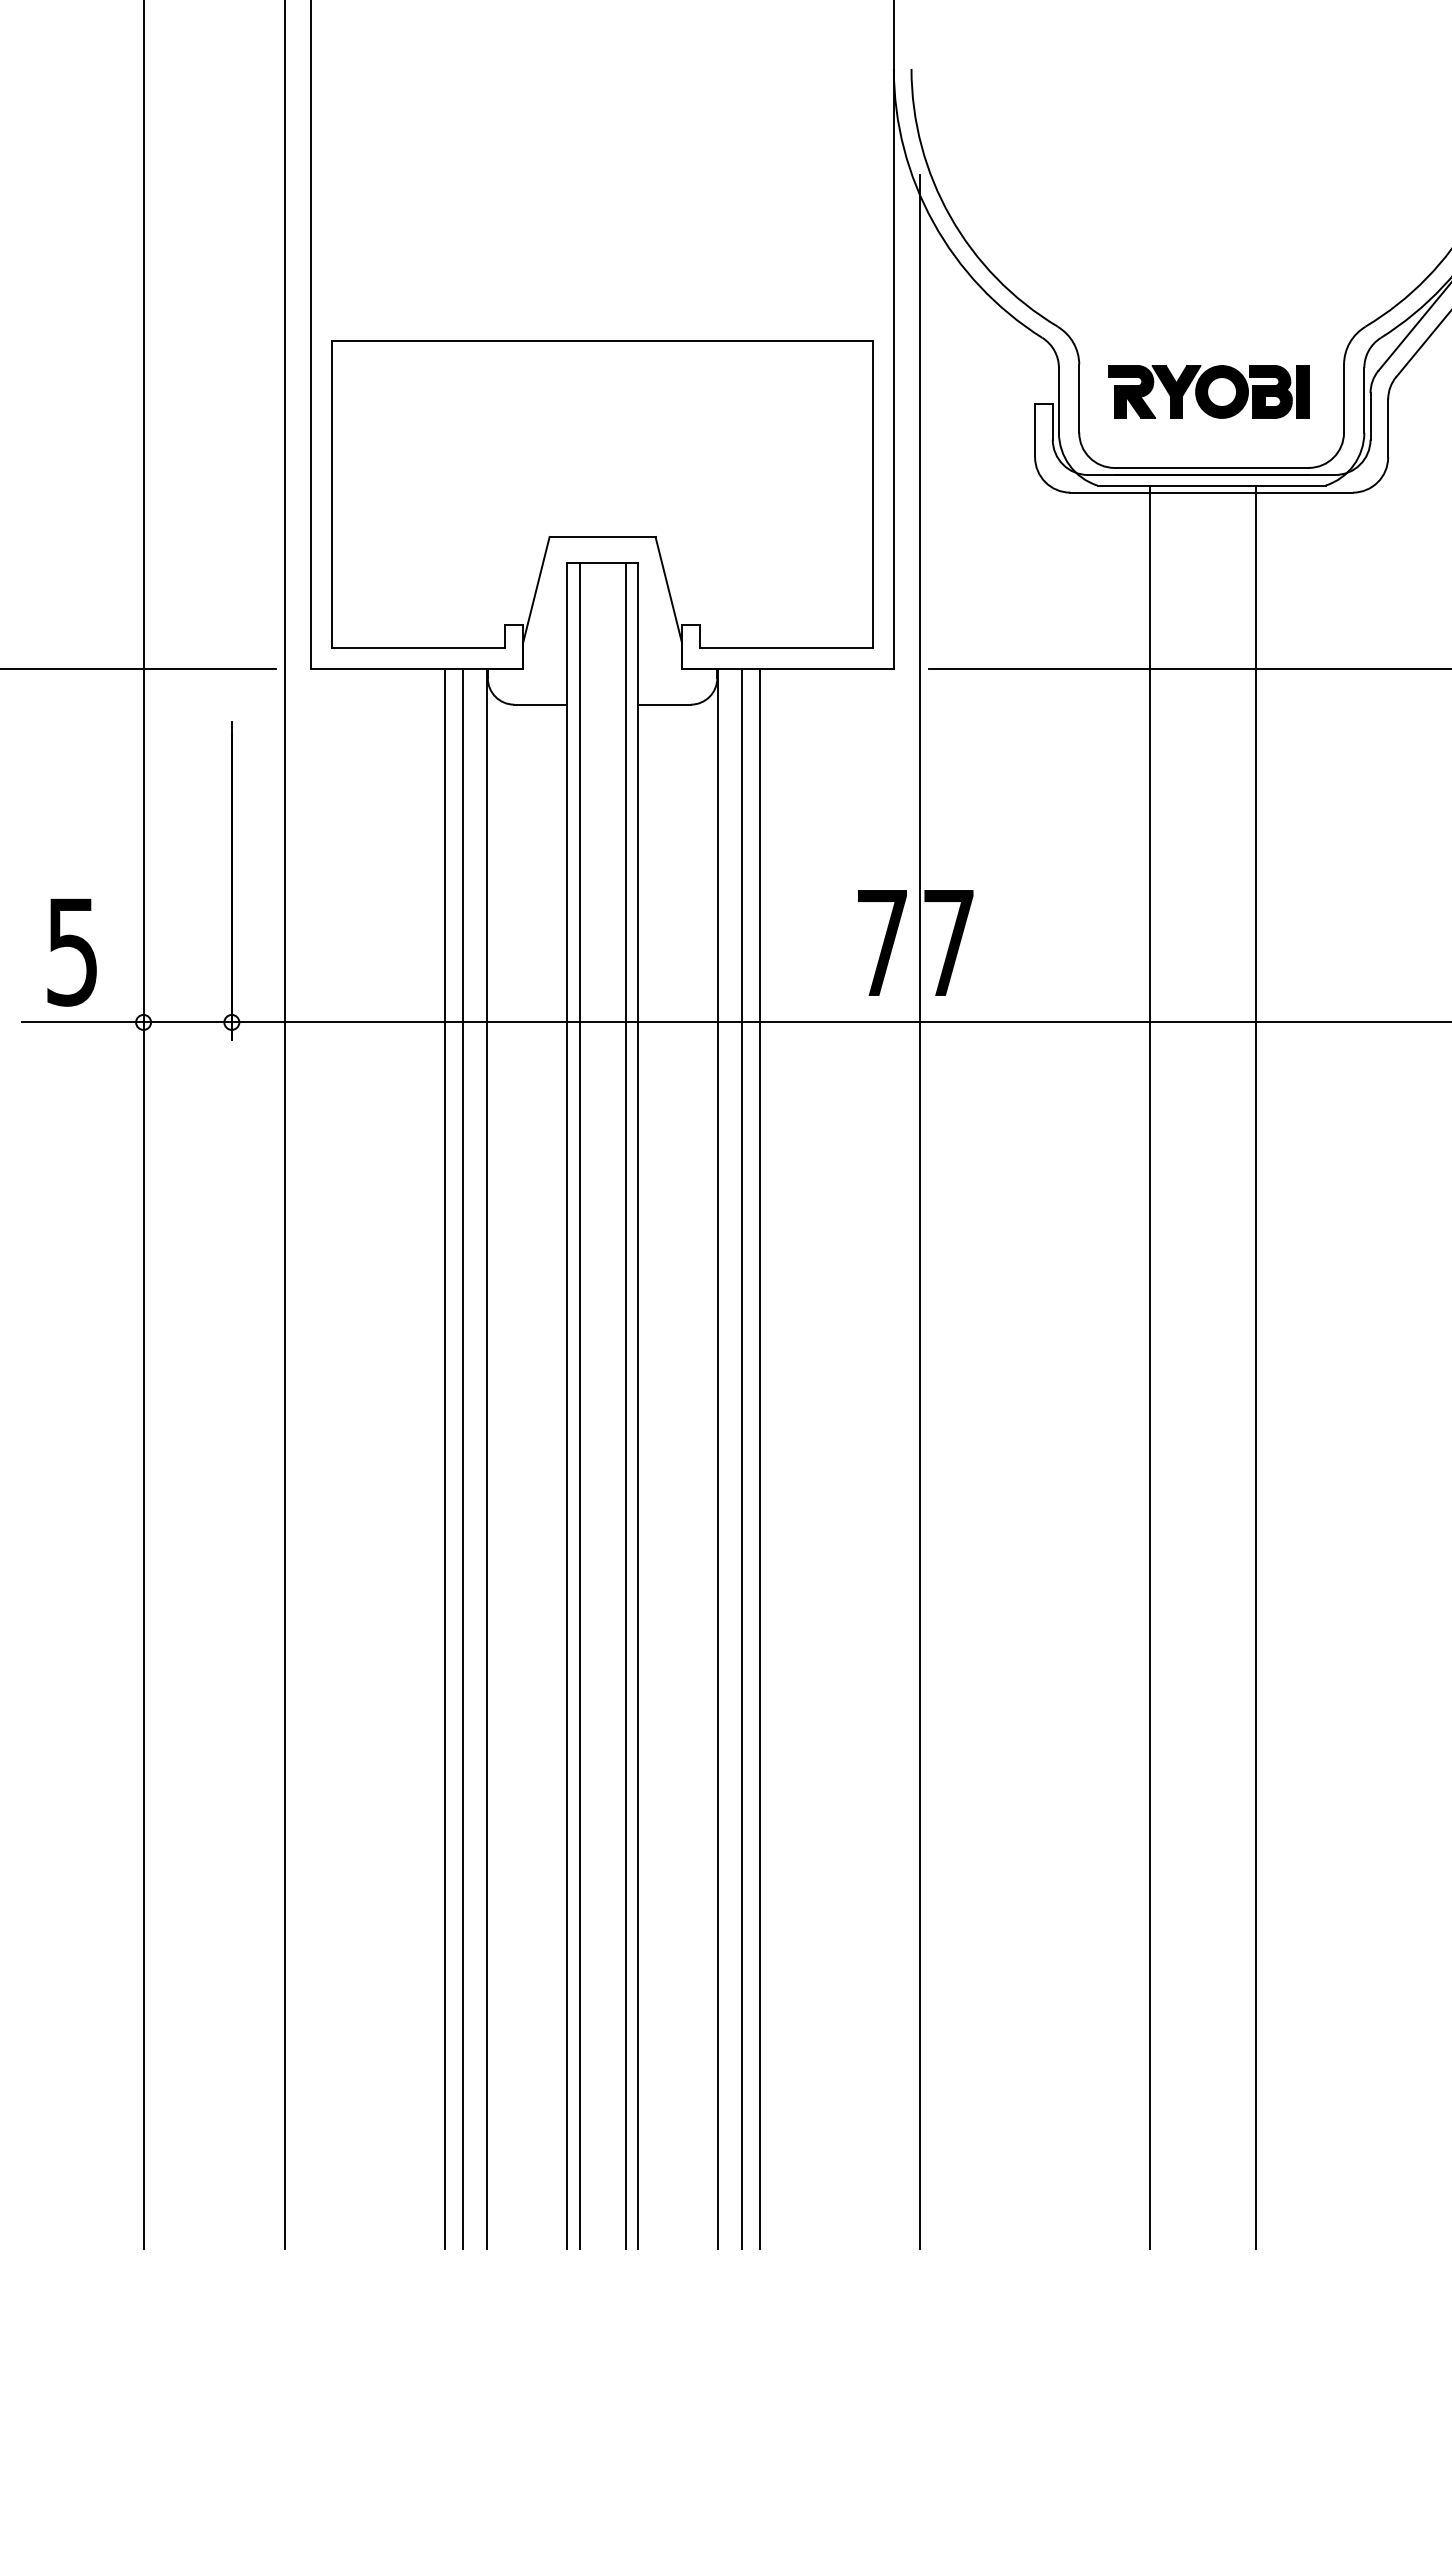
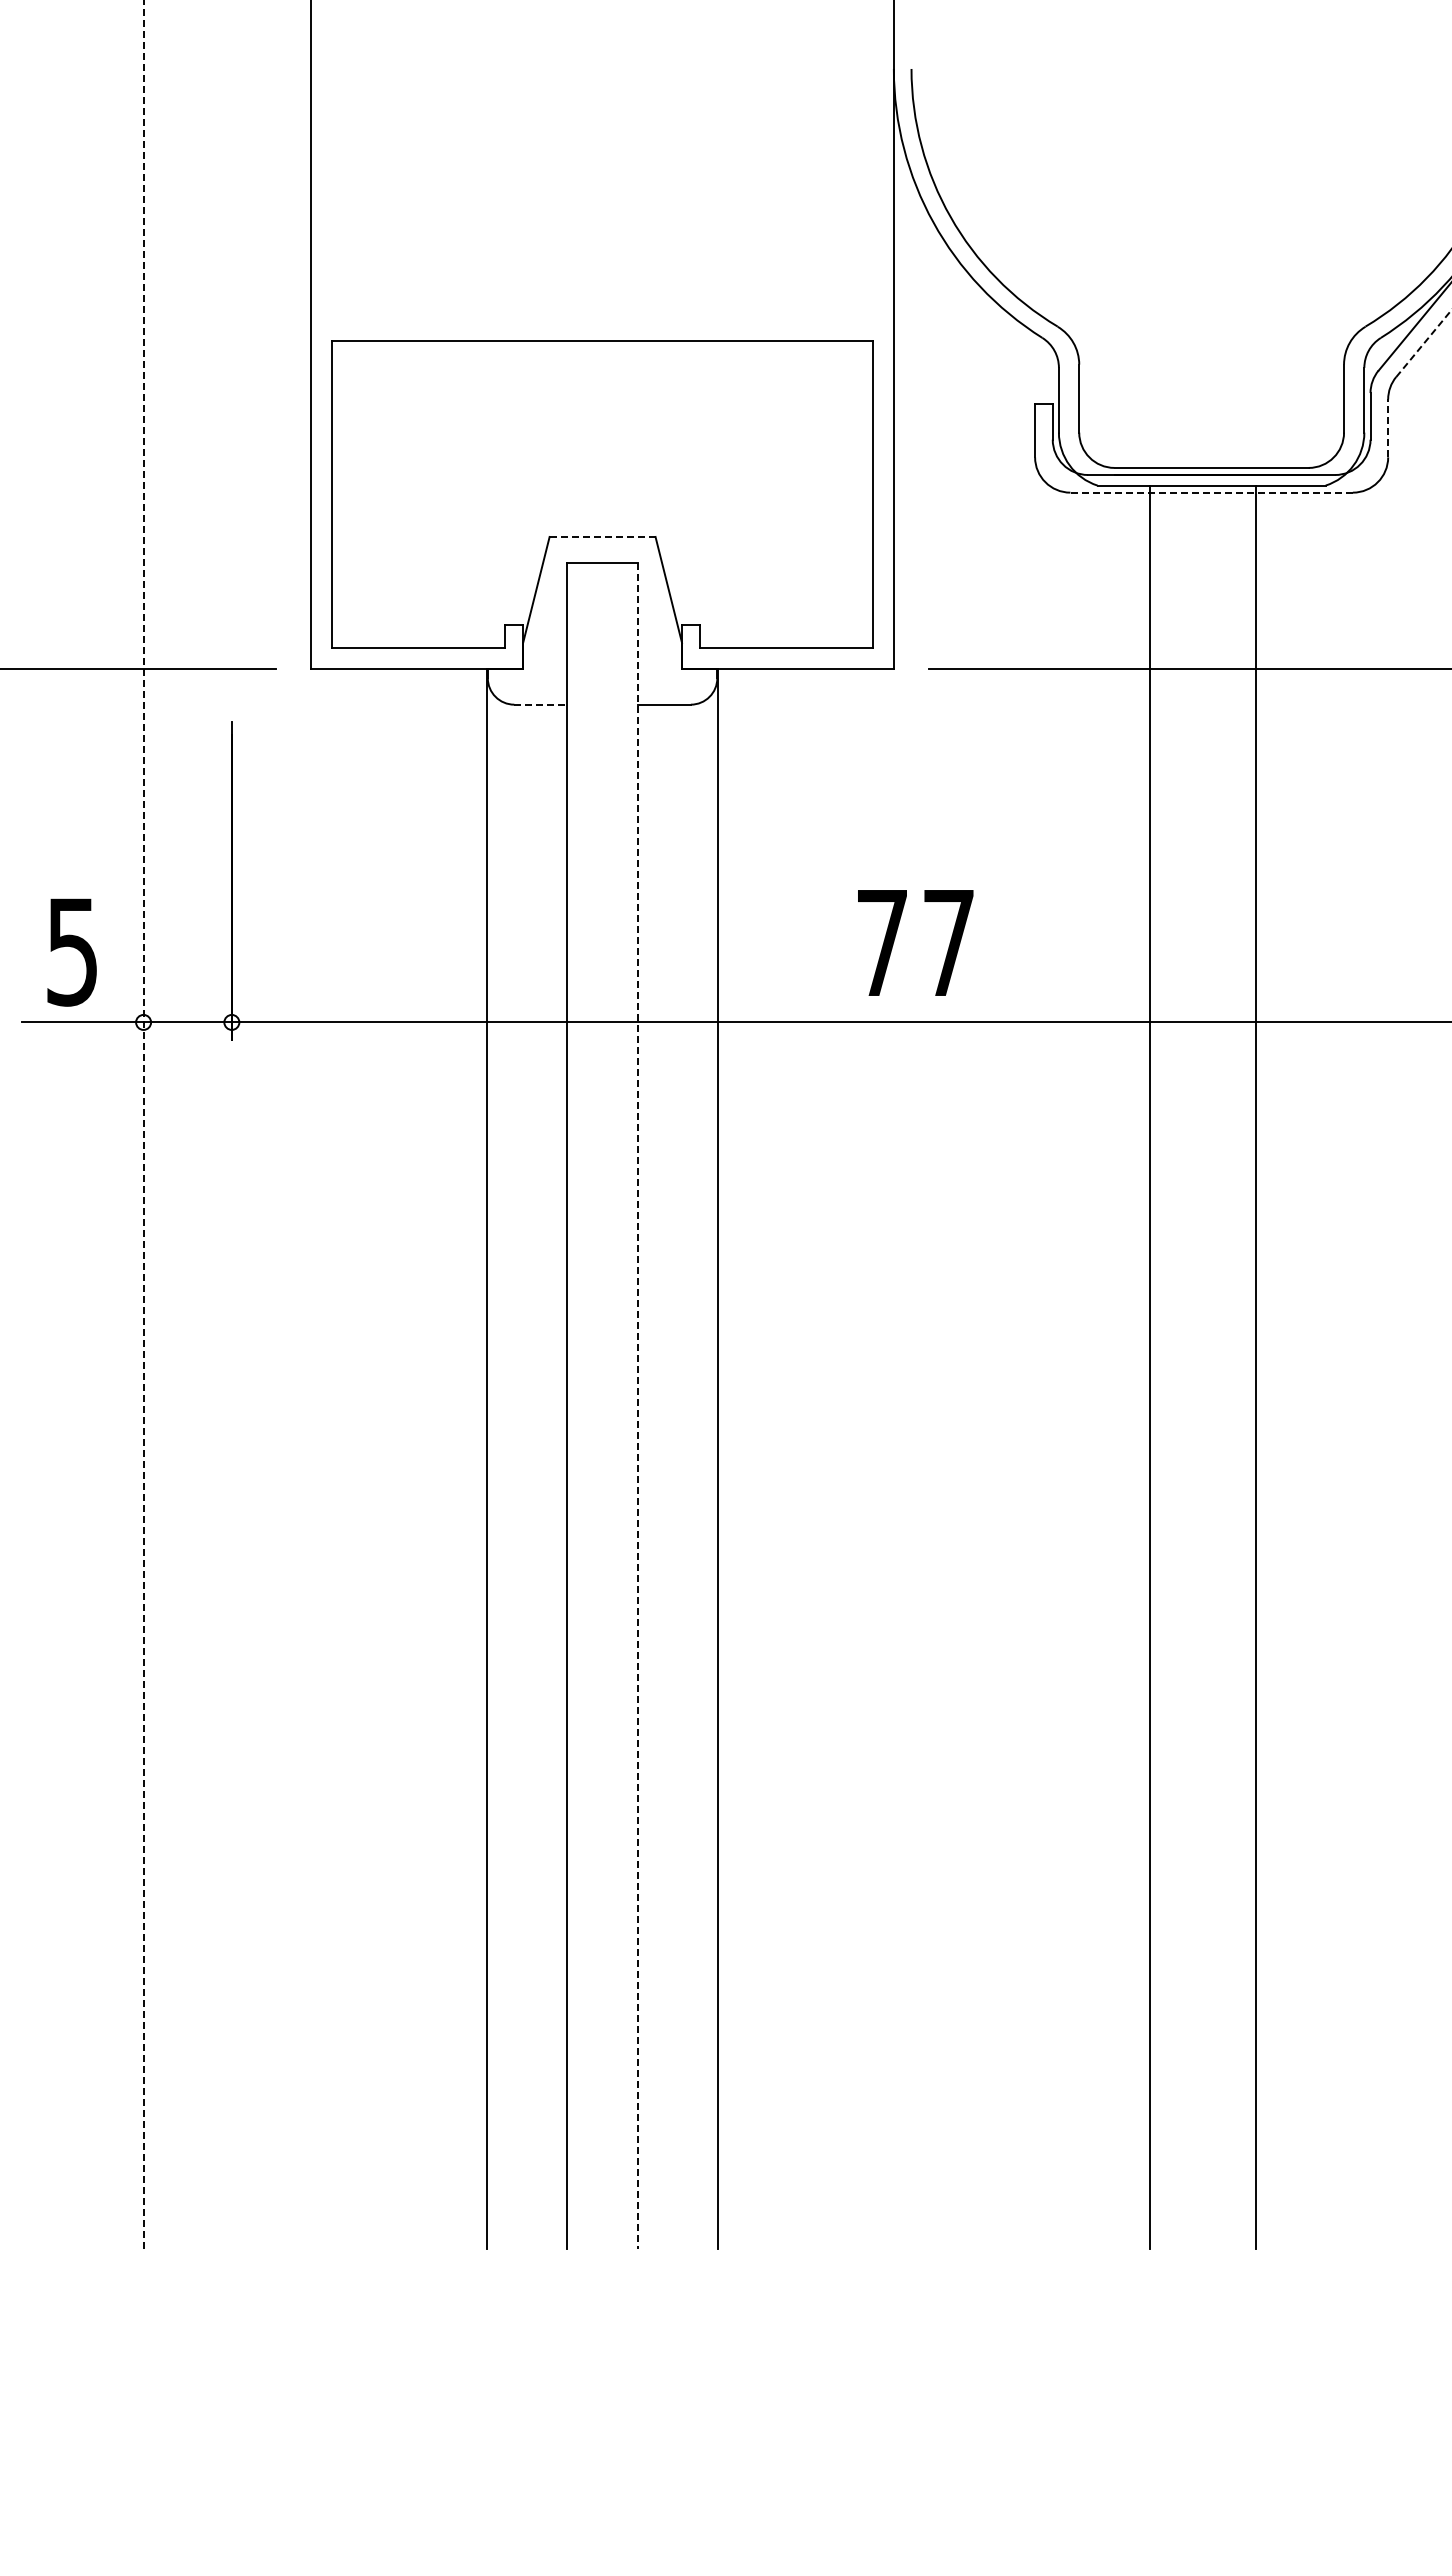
line at (1423, 343): solid -> dashed
part at (1208, 391): present -> none
line at (1388, 428): solid -> dashed
line at (1211, 492): solid -> dashed
line at (602, 536): solid -> dashed
line at (541, 704): solid -> dashed
line at (143, 1124): solid -> dashed
line at (284, 1125): present -> none
line at (920, 1211): present -> none
line at (579, 1406): present -> none
line at (625, 1406): present -> none
line at (637, 1406): solid -> dashed
line at (445, 1459): present -> none
line at (463, 1459): present -> none
line at (742, 1459): present -> none
line at (759, 1459): present -> none
